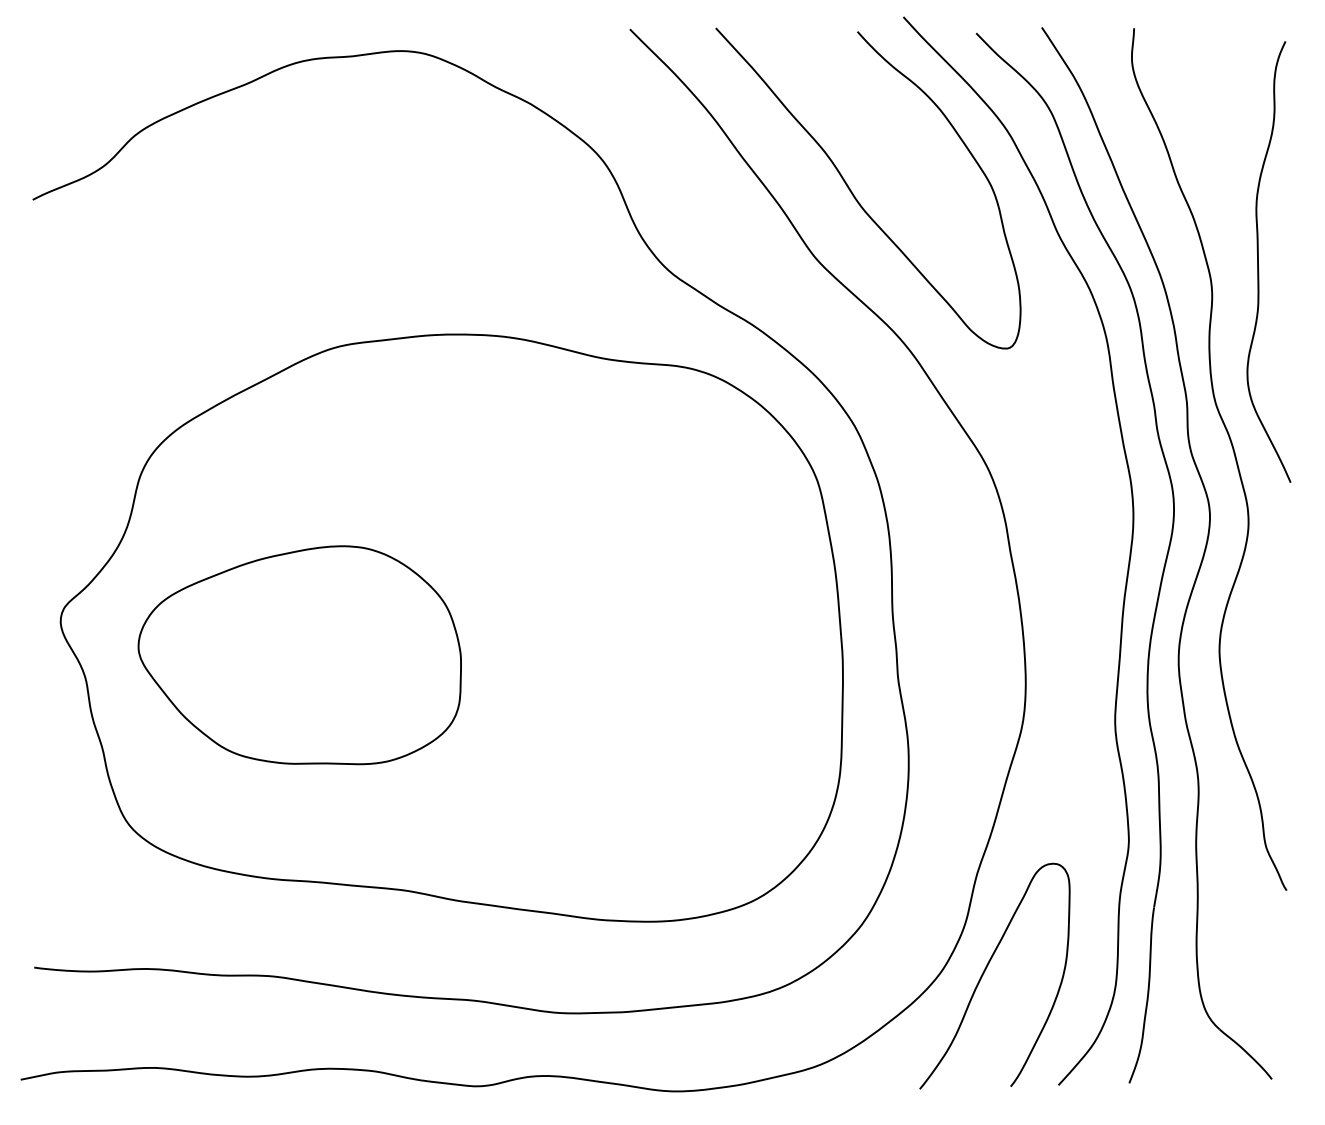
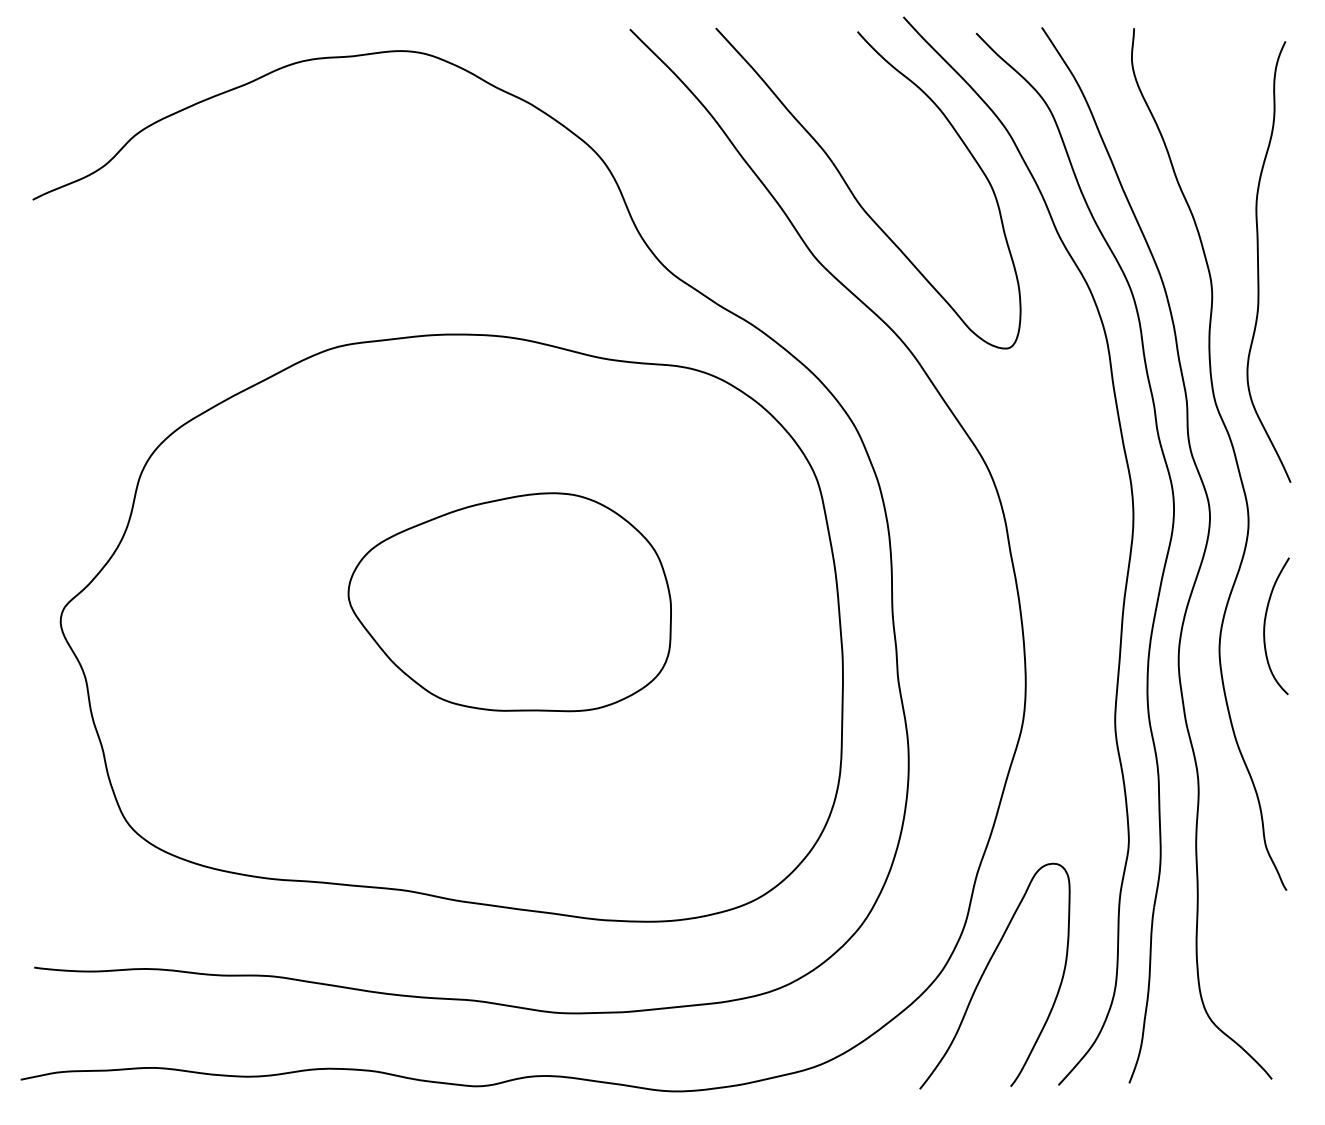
curve at (1265, 626): none -> present
part at (299, 655) position: (299, 655) -> (509, 602)
